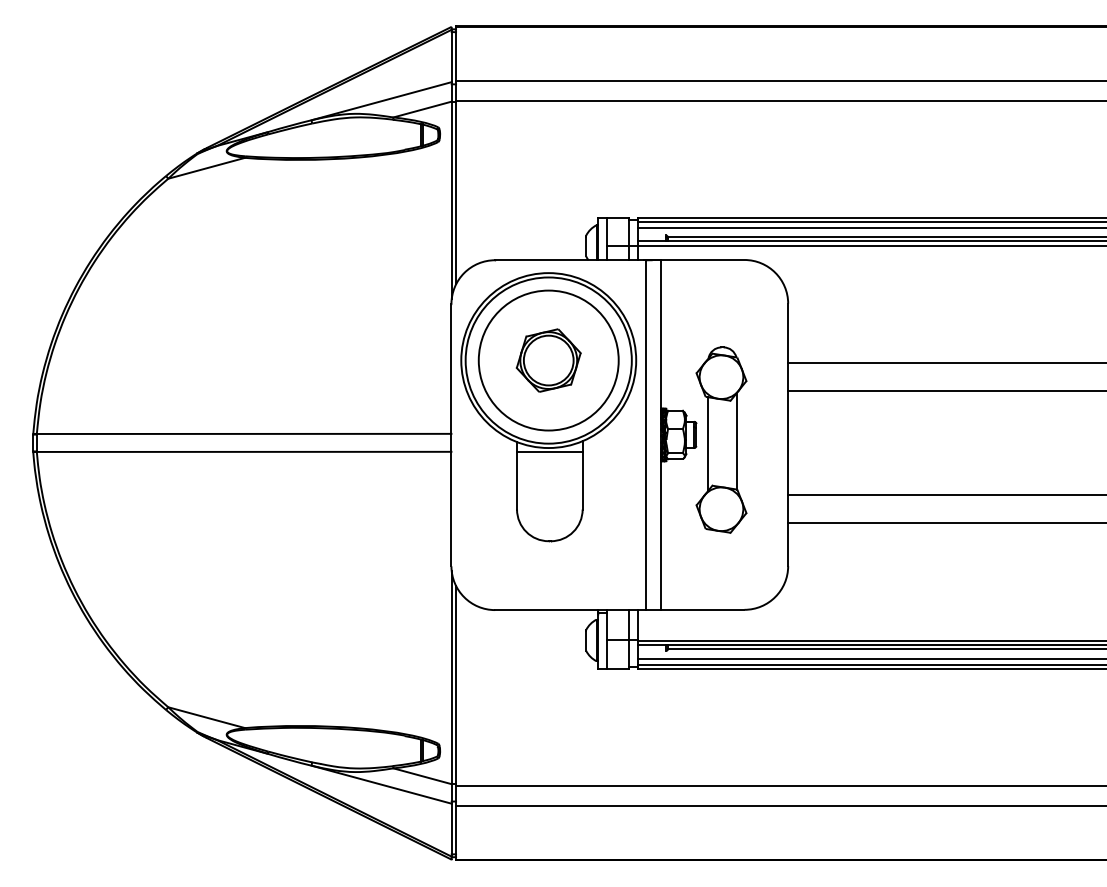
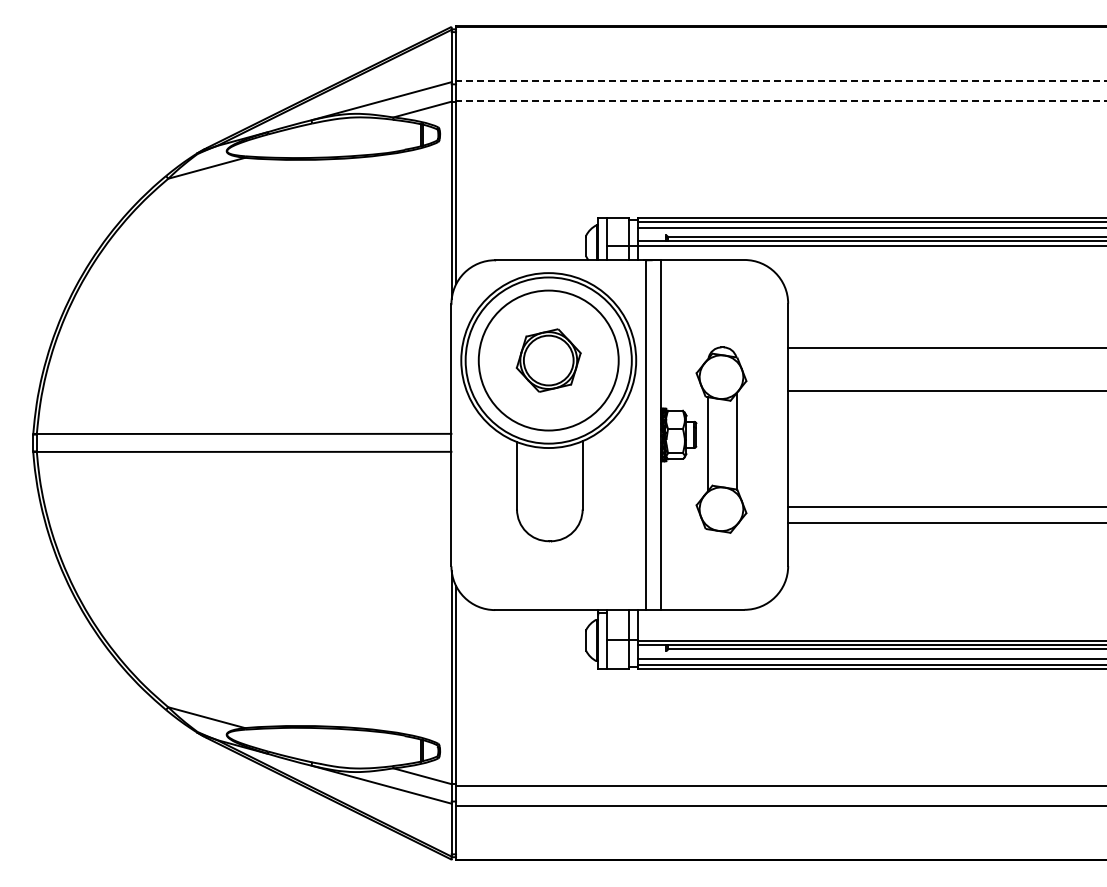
line at (780, 80): solid -> dashed
line at (780, 100): solid -> dashed
line at (945, 363) position: (945, 363) -> (945, 348)
line at (549, 452): present -> none
line at (945, 495) position: (945, 495) -> (945, 507)
